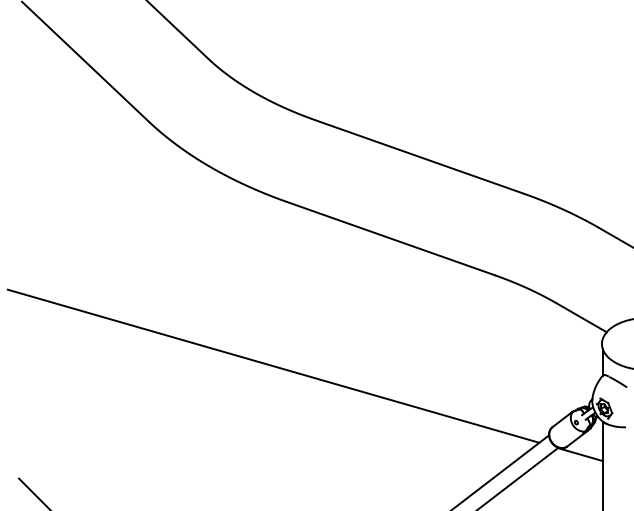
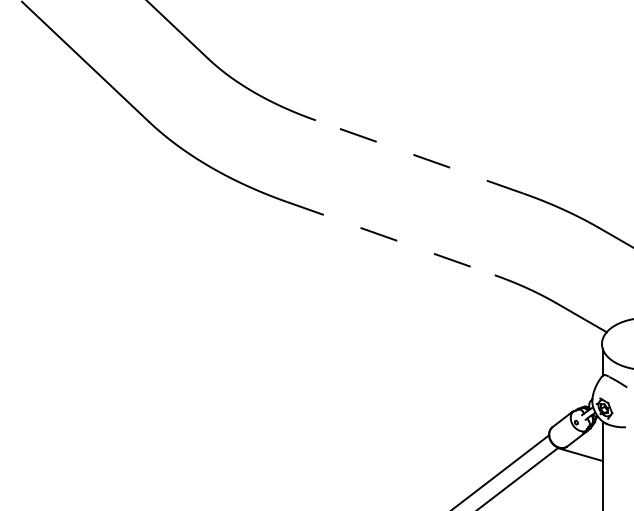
line at (419, 156): solid -> dashed
line at (391, 238): solid -> dashed
line at (273, 365): present -> none
line at (33, 492): present -> none
